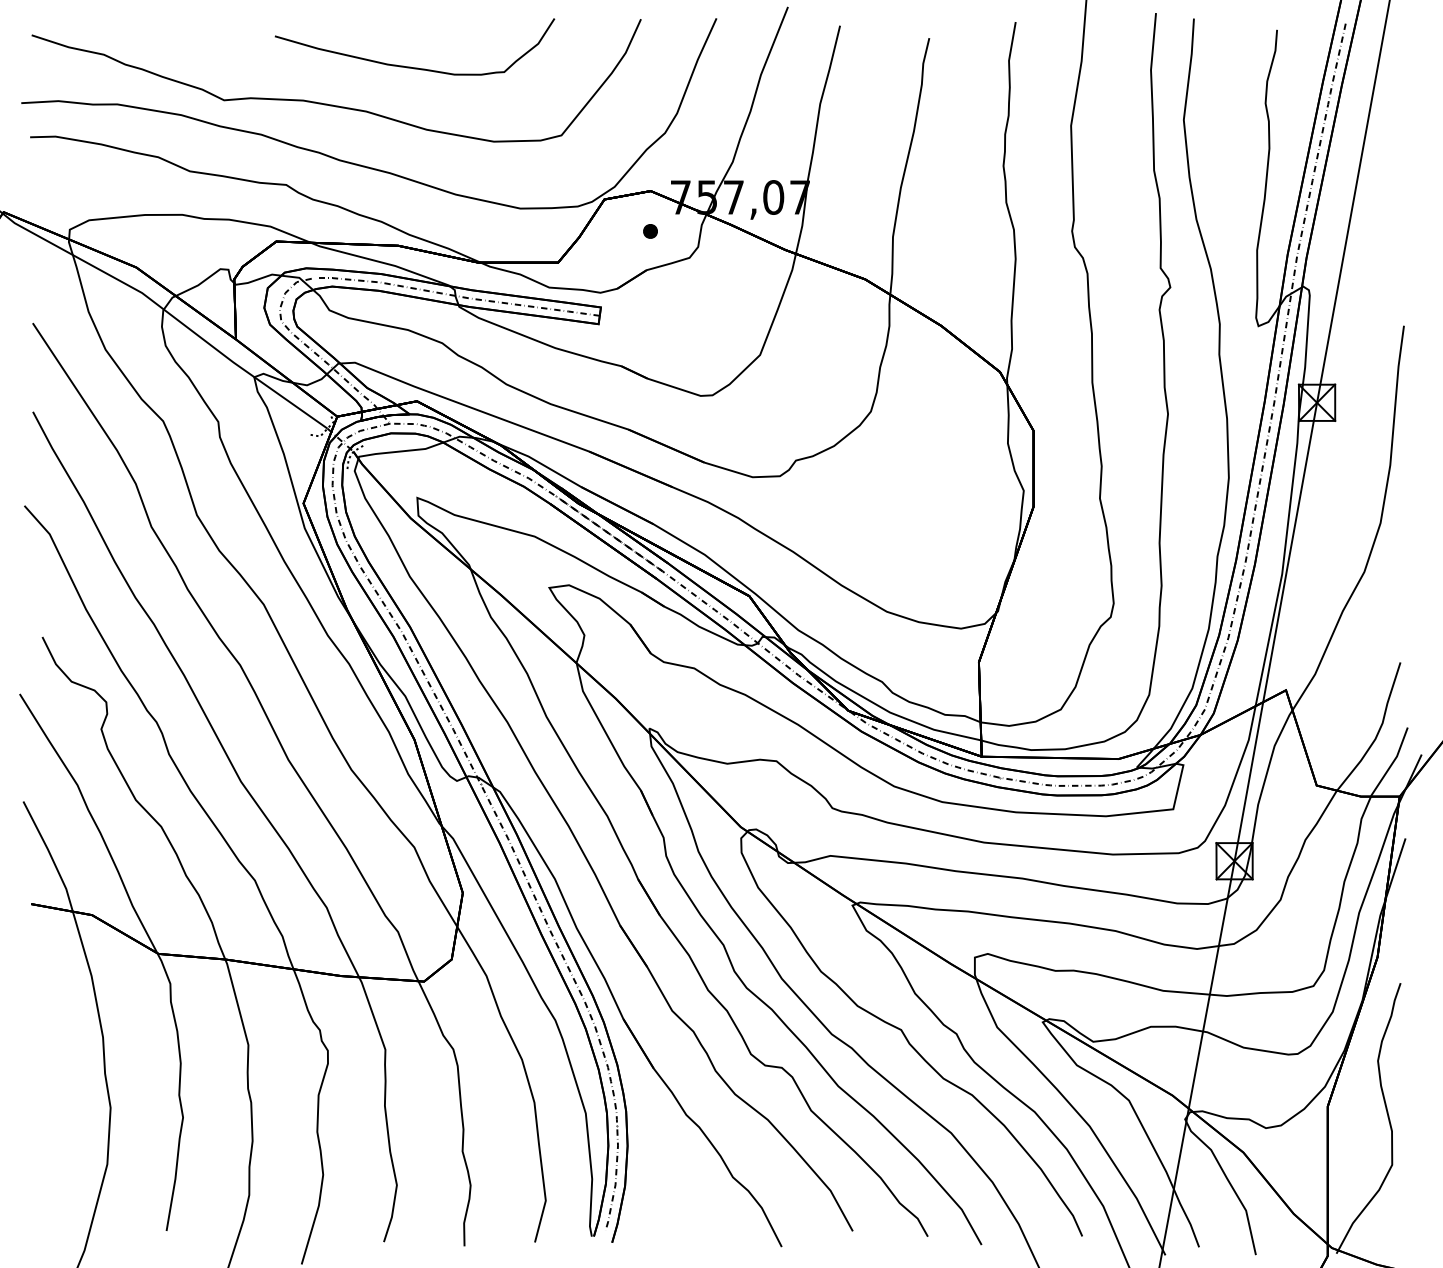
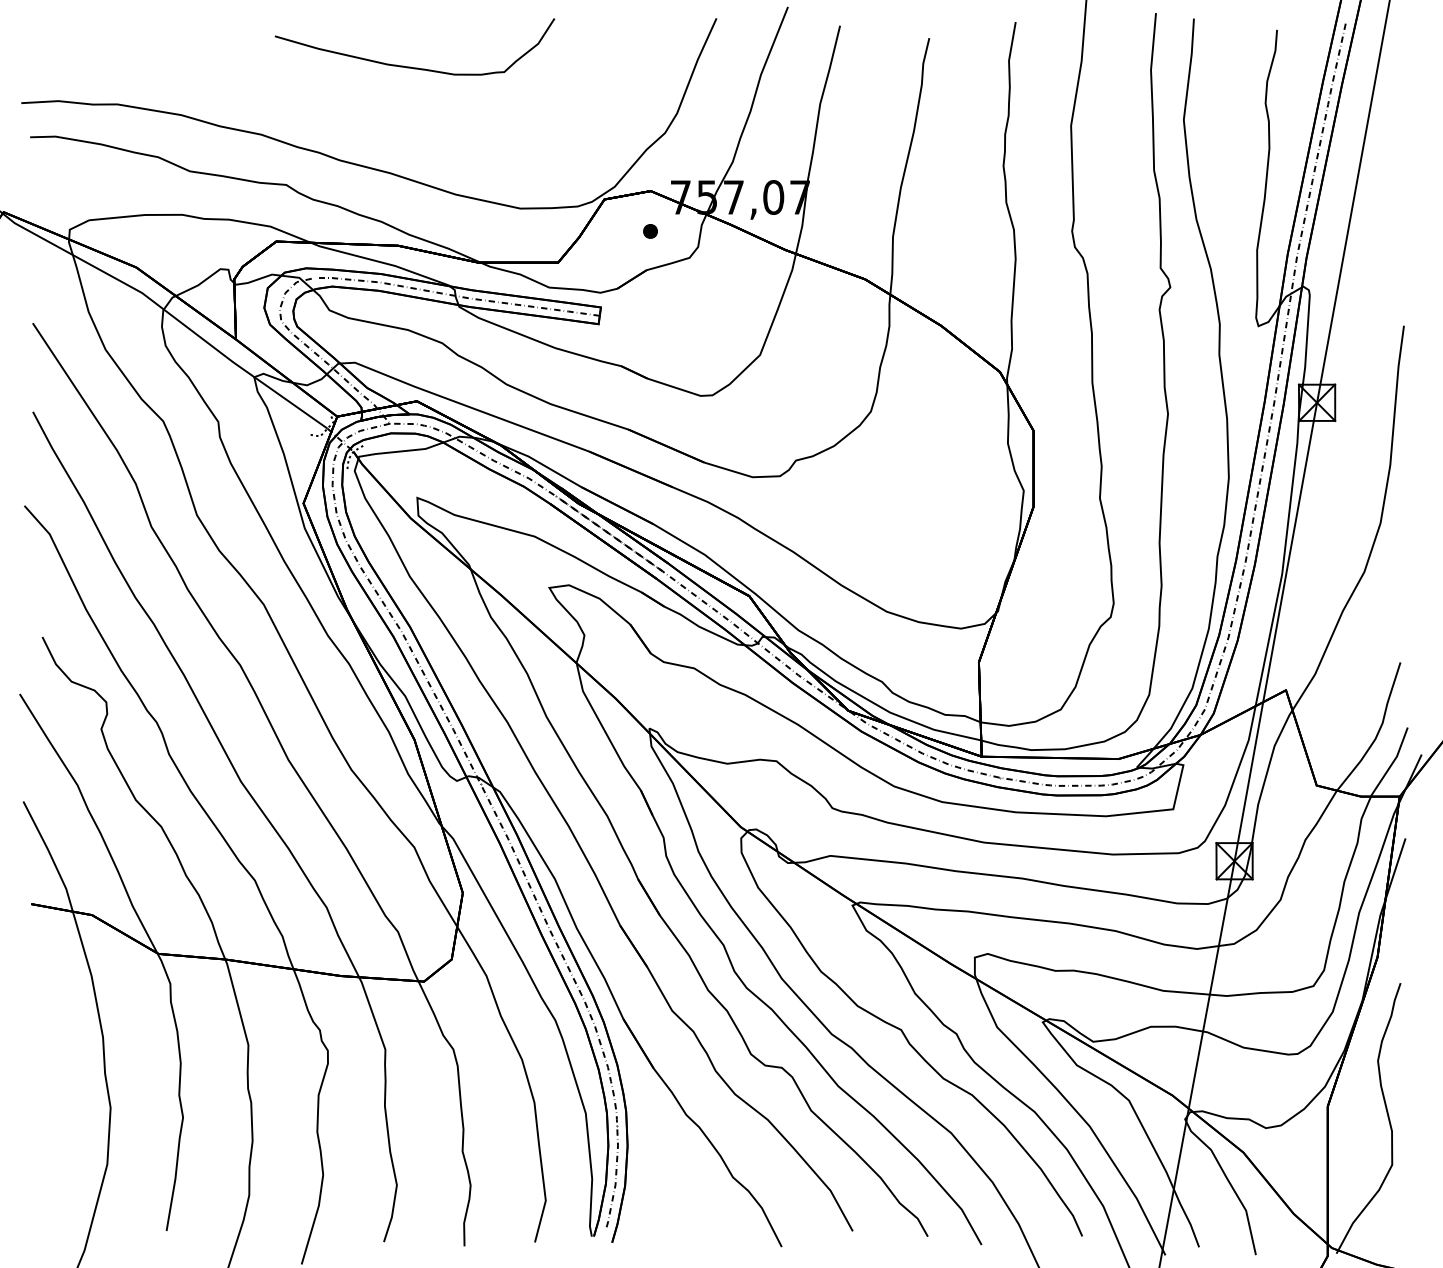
curve at (333, 104): present -> none
